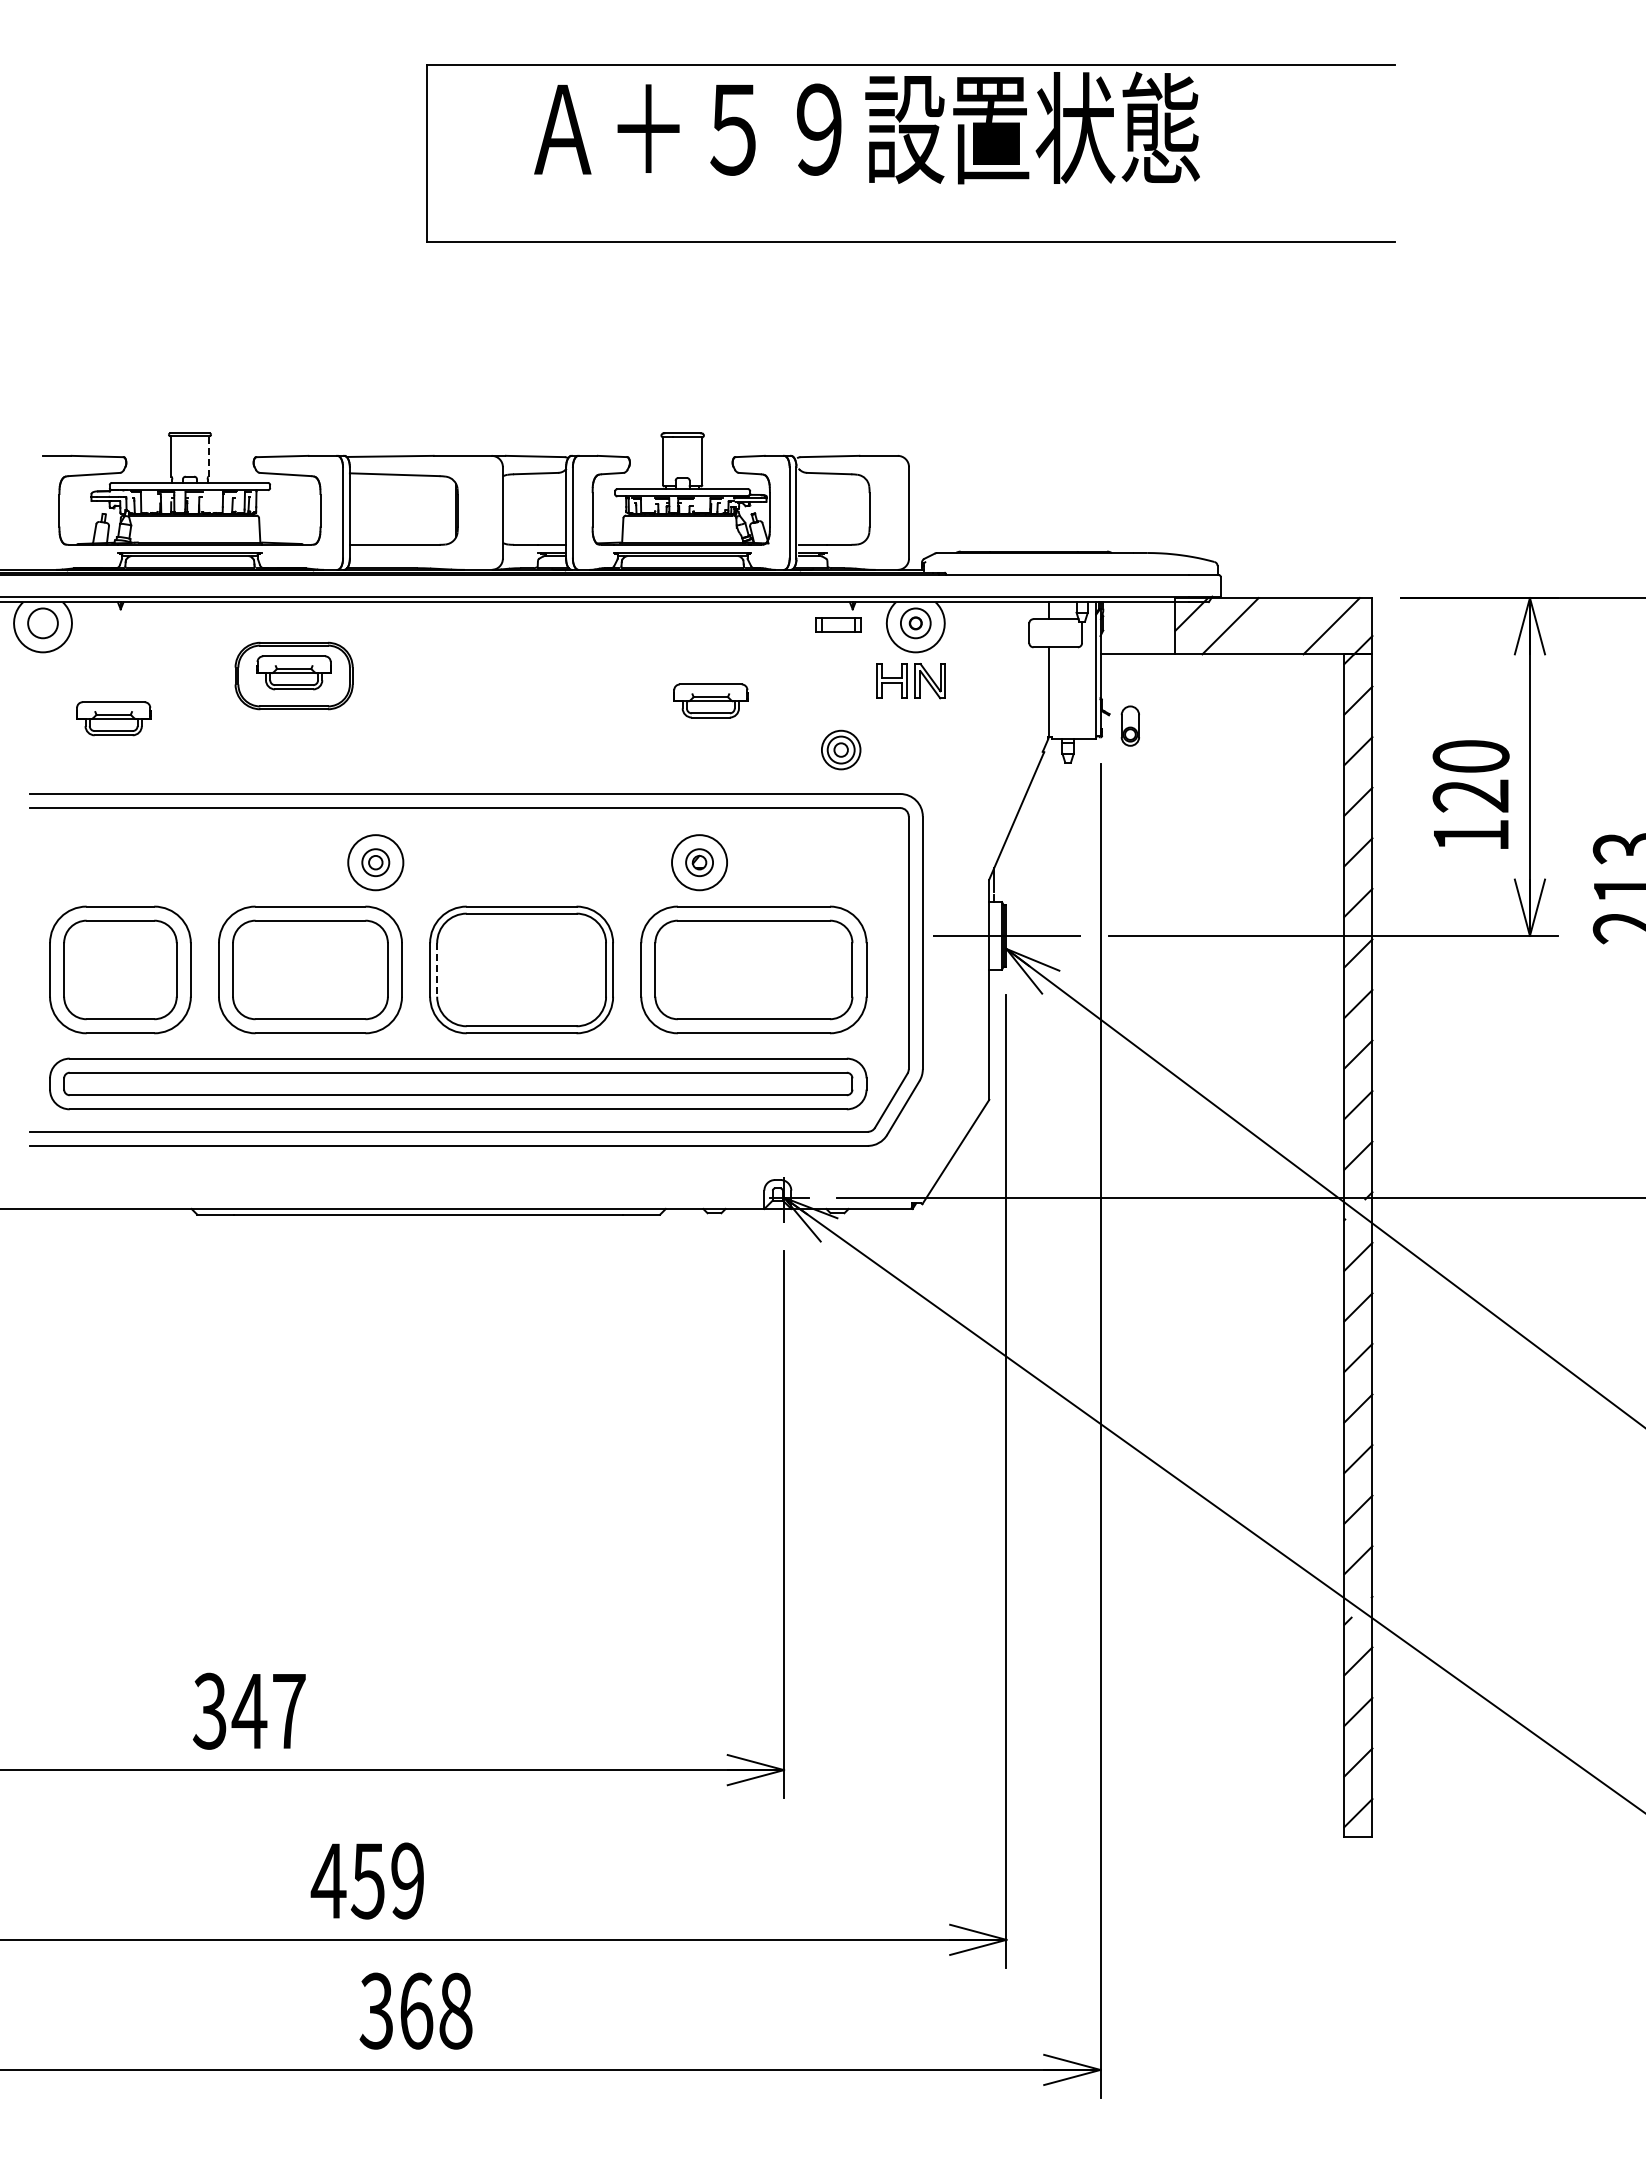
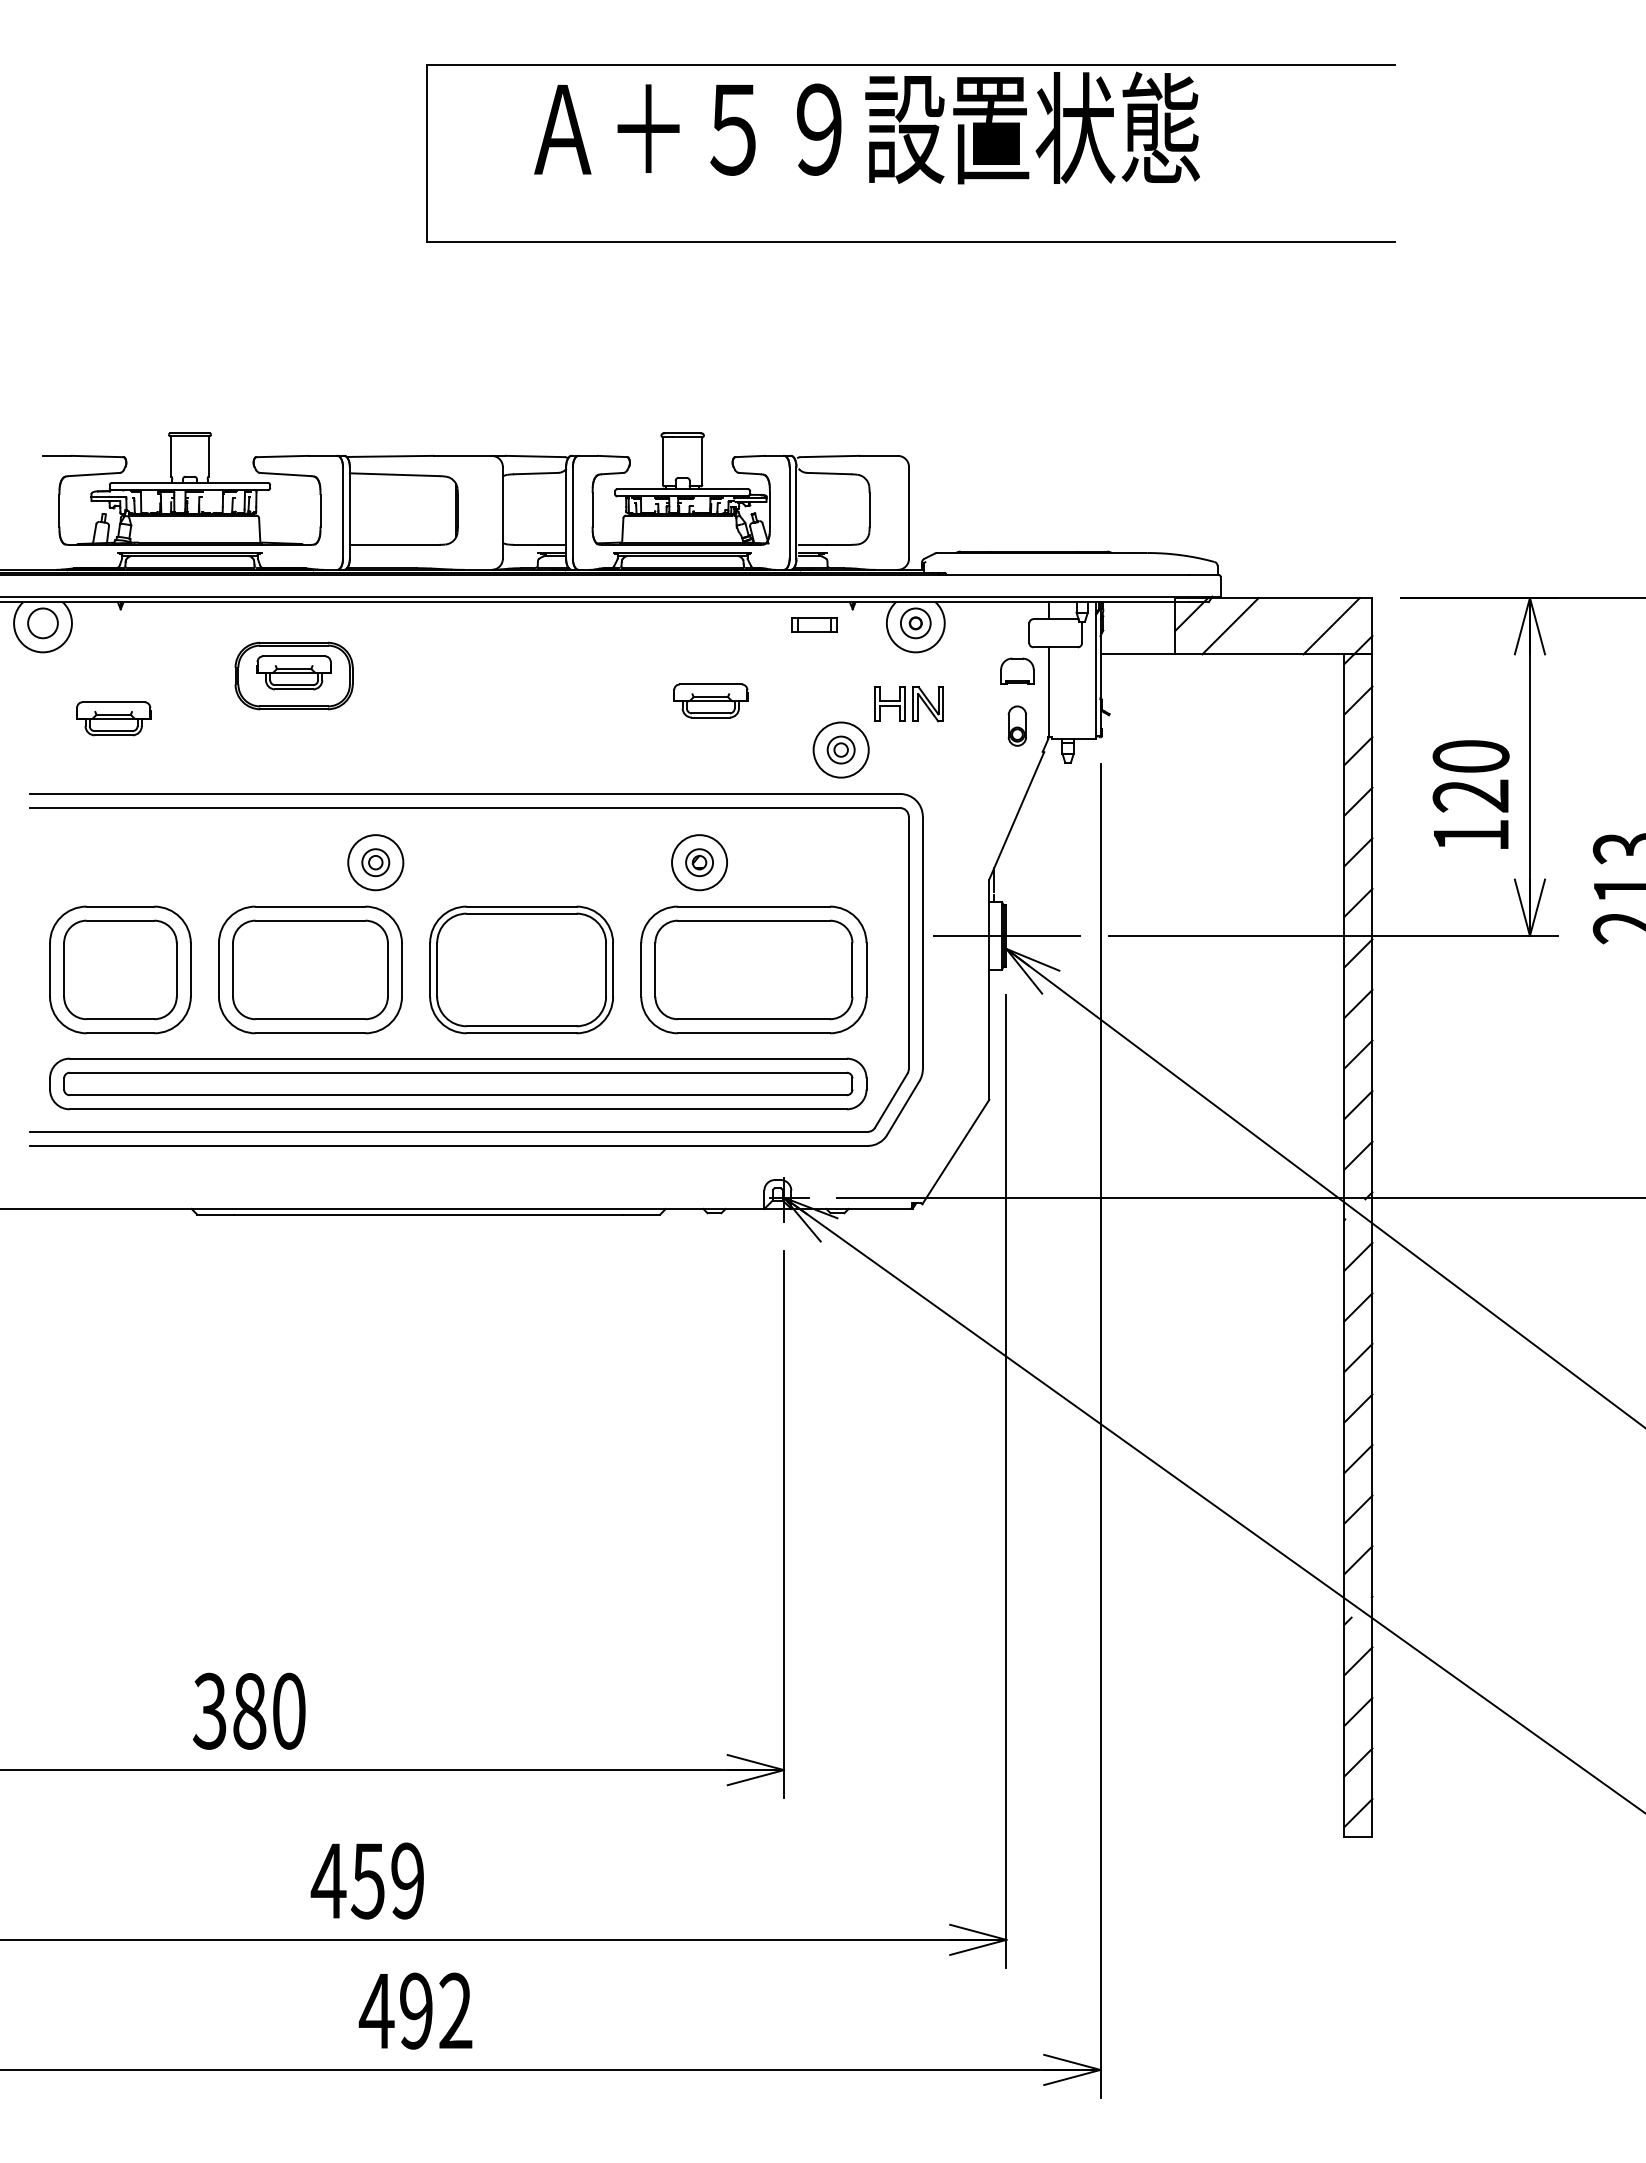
line at (208, 455): dashed -> solid
part at (838, 624) position: (838, 624) -> (814, 624)
part at (1017, 670): none -> present
part at (910, 681) position: (910, 681) -> (908, 704)
part at (1129, 725) position: (1129, 725) -> (1016, 725)
circle at (840, 749) diameter: 39 px -> 55 px
line at (437, 969): dashed -> solid
text at (268, 1710): 347 -> 380
text at (415, 2010): 368 -> 492
